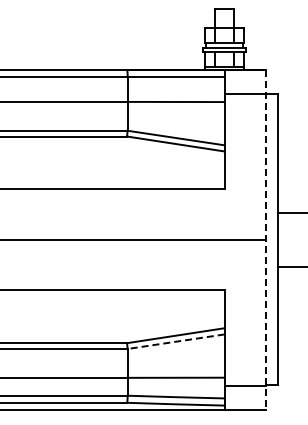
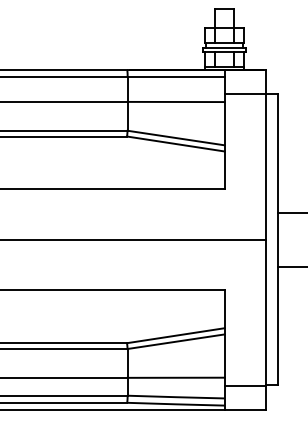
line at (265, 239): dashed -> solid
line at (175, 341): dashed -> solid
